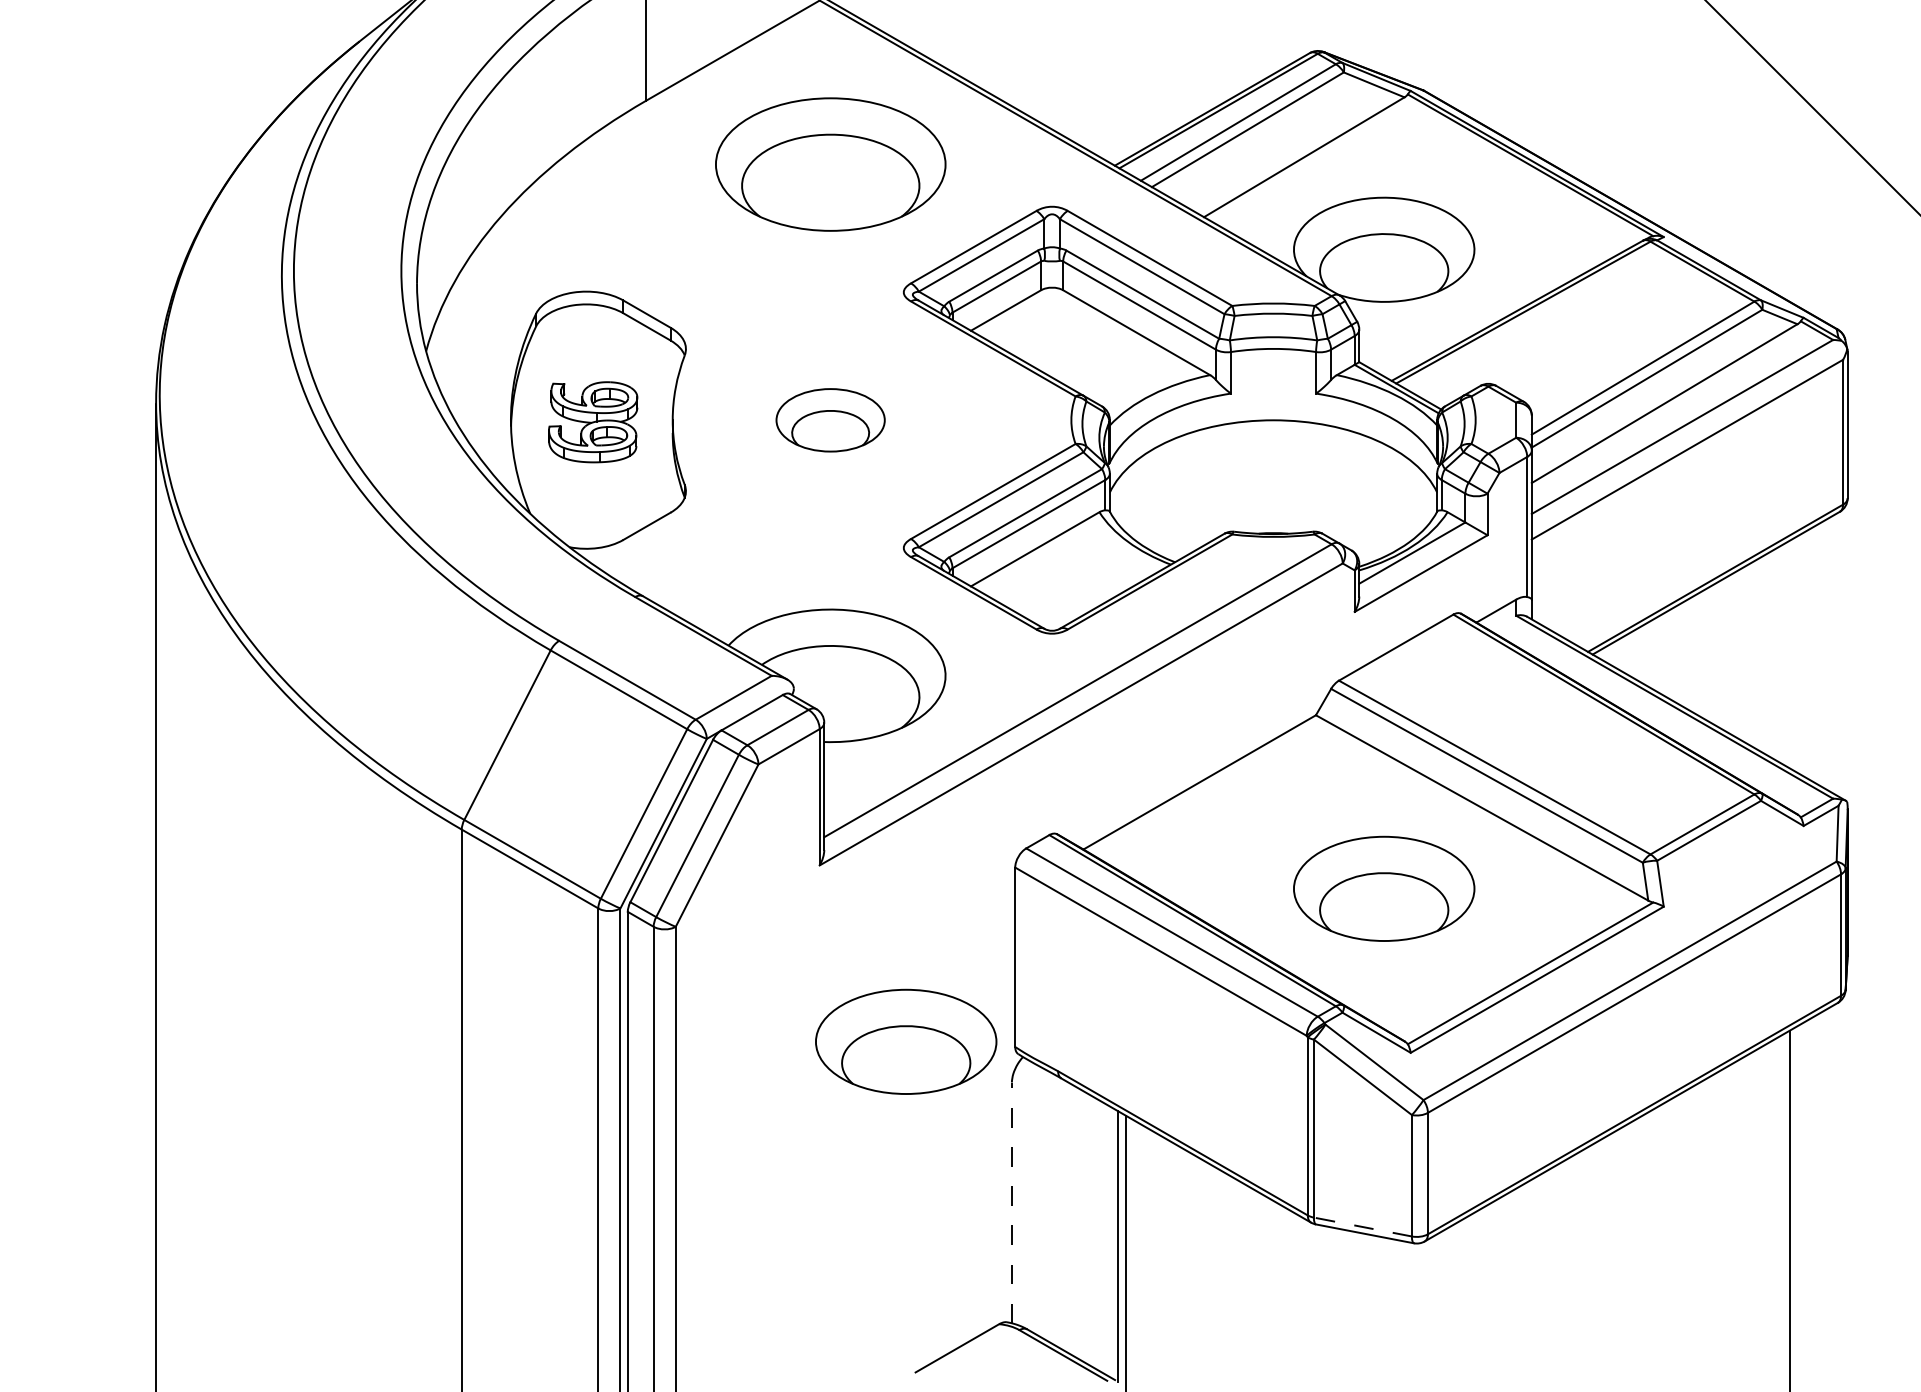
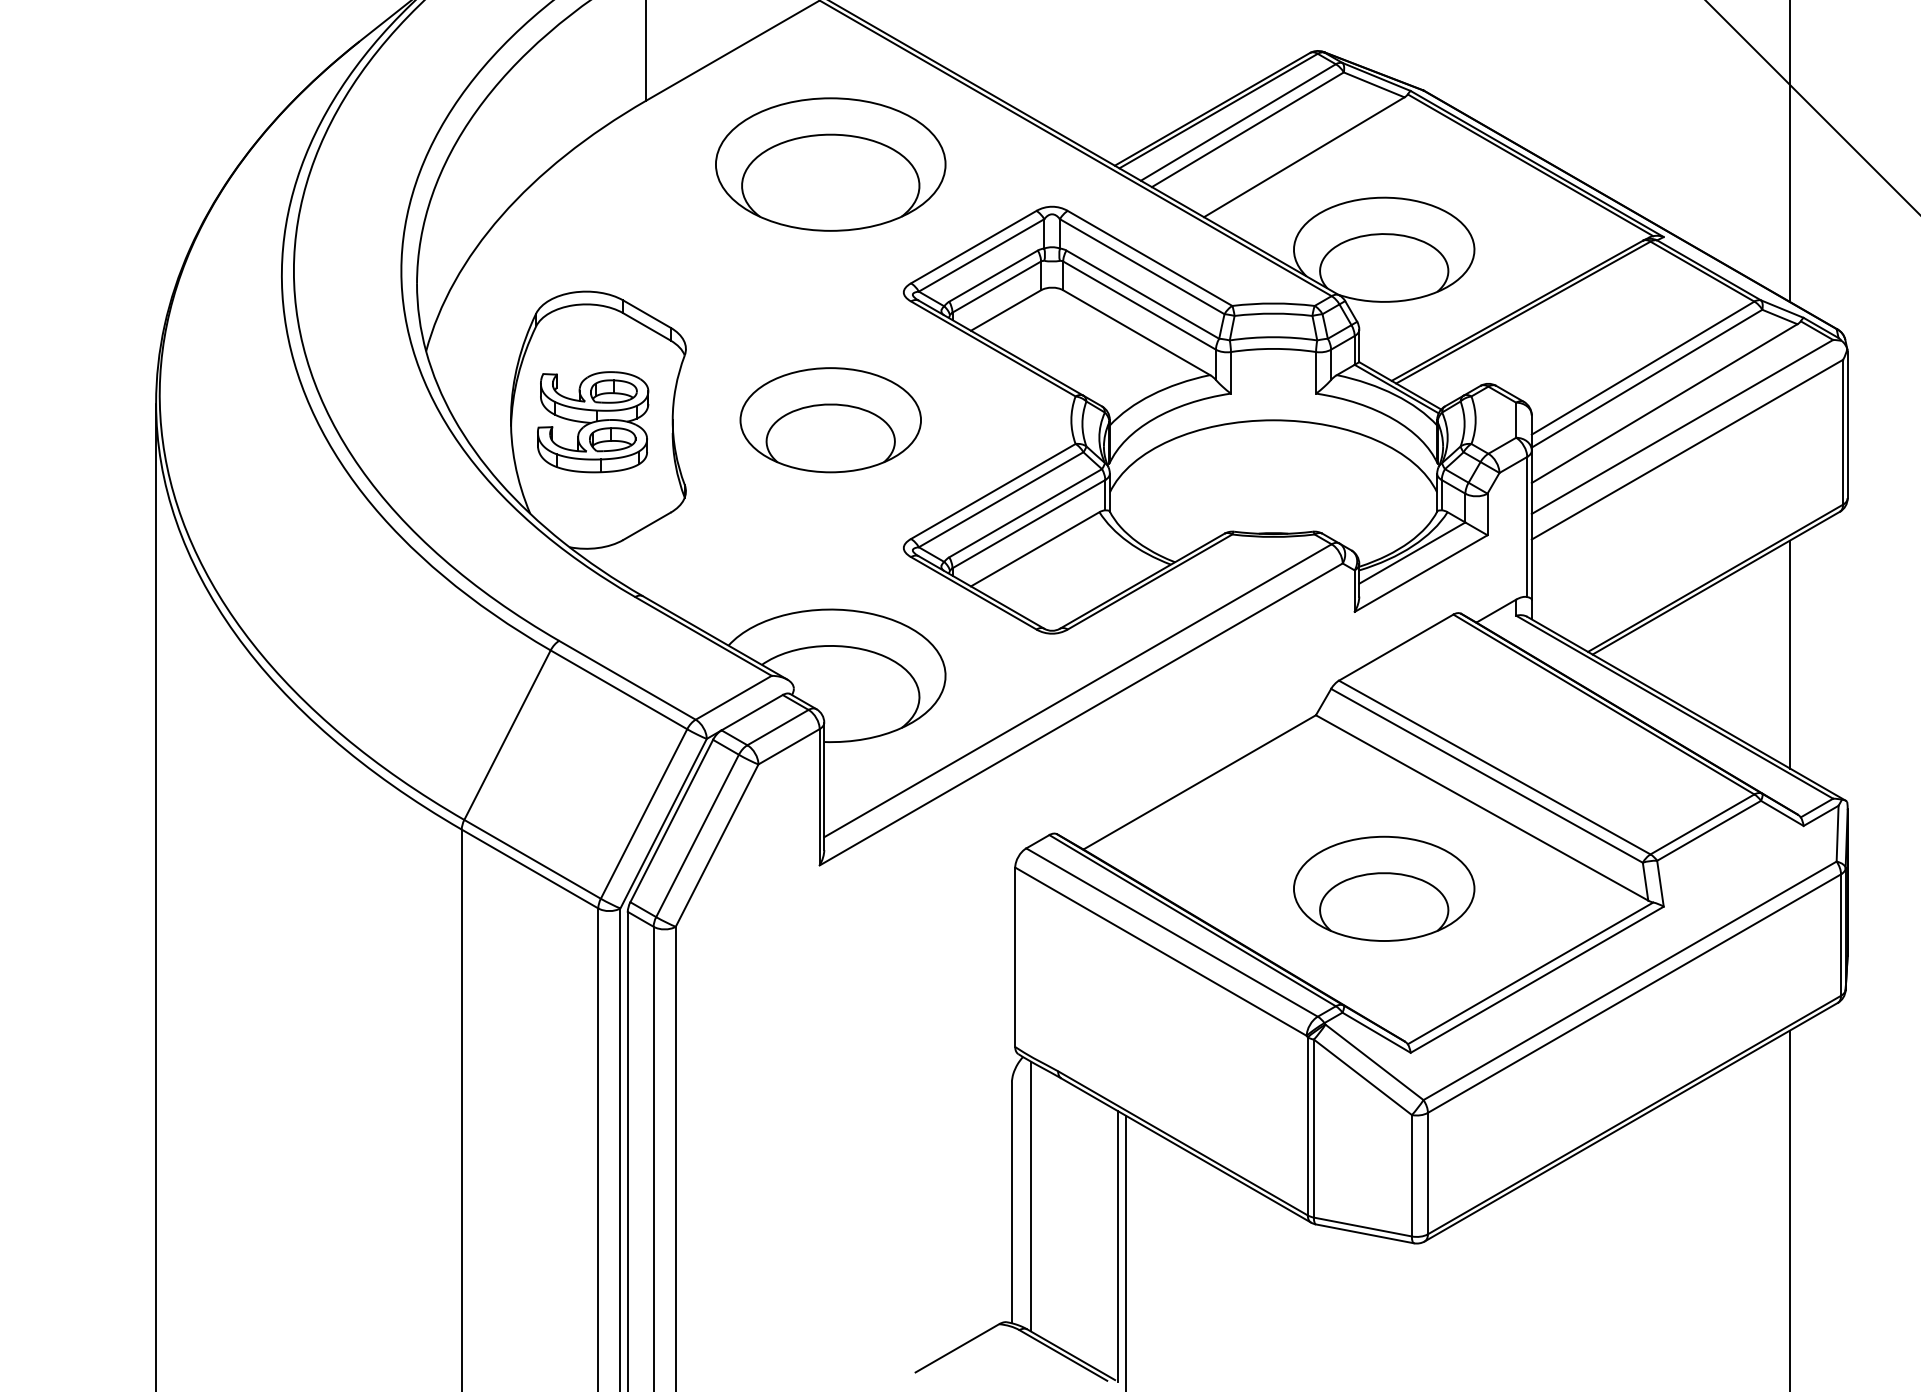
line at (1790, 152): none -> present
part at (830, 420) size: 111x65 px -> 183x107 px
part at (593, 422) size: 91x83 px -> 113x103 px
line at (1790, 654): none -> present
part at (906, 1041): present -> none
line at (1030, 1196): none -> present
line at (1011, 1202): dashed -> solid
line at (1362, 1227): dashed -> solid
